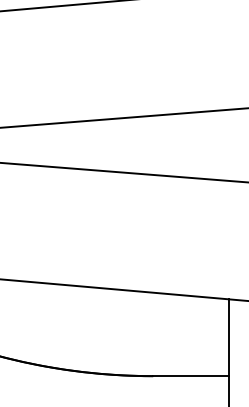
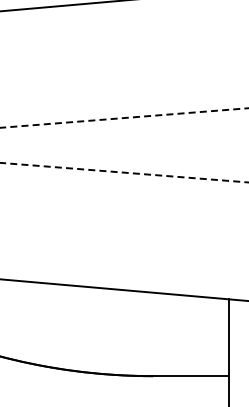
line at (123, 118): solid -> dashed
line at (124, 172): solid -> dashed
